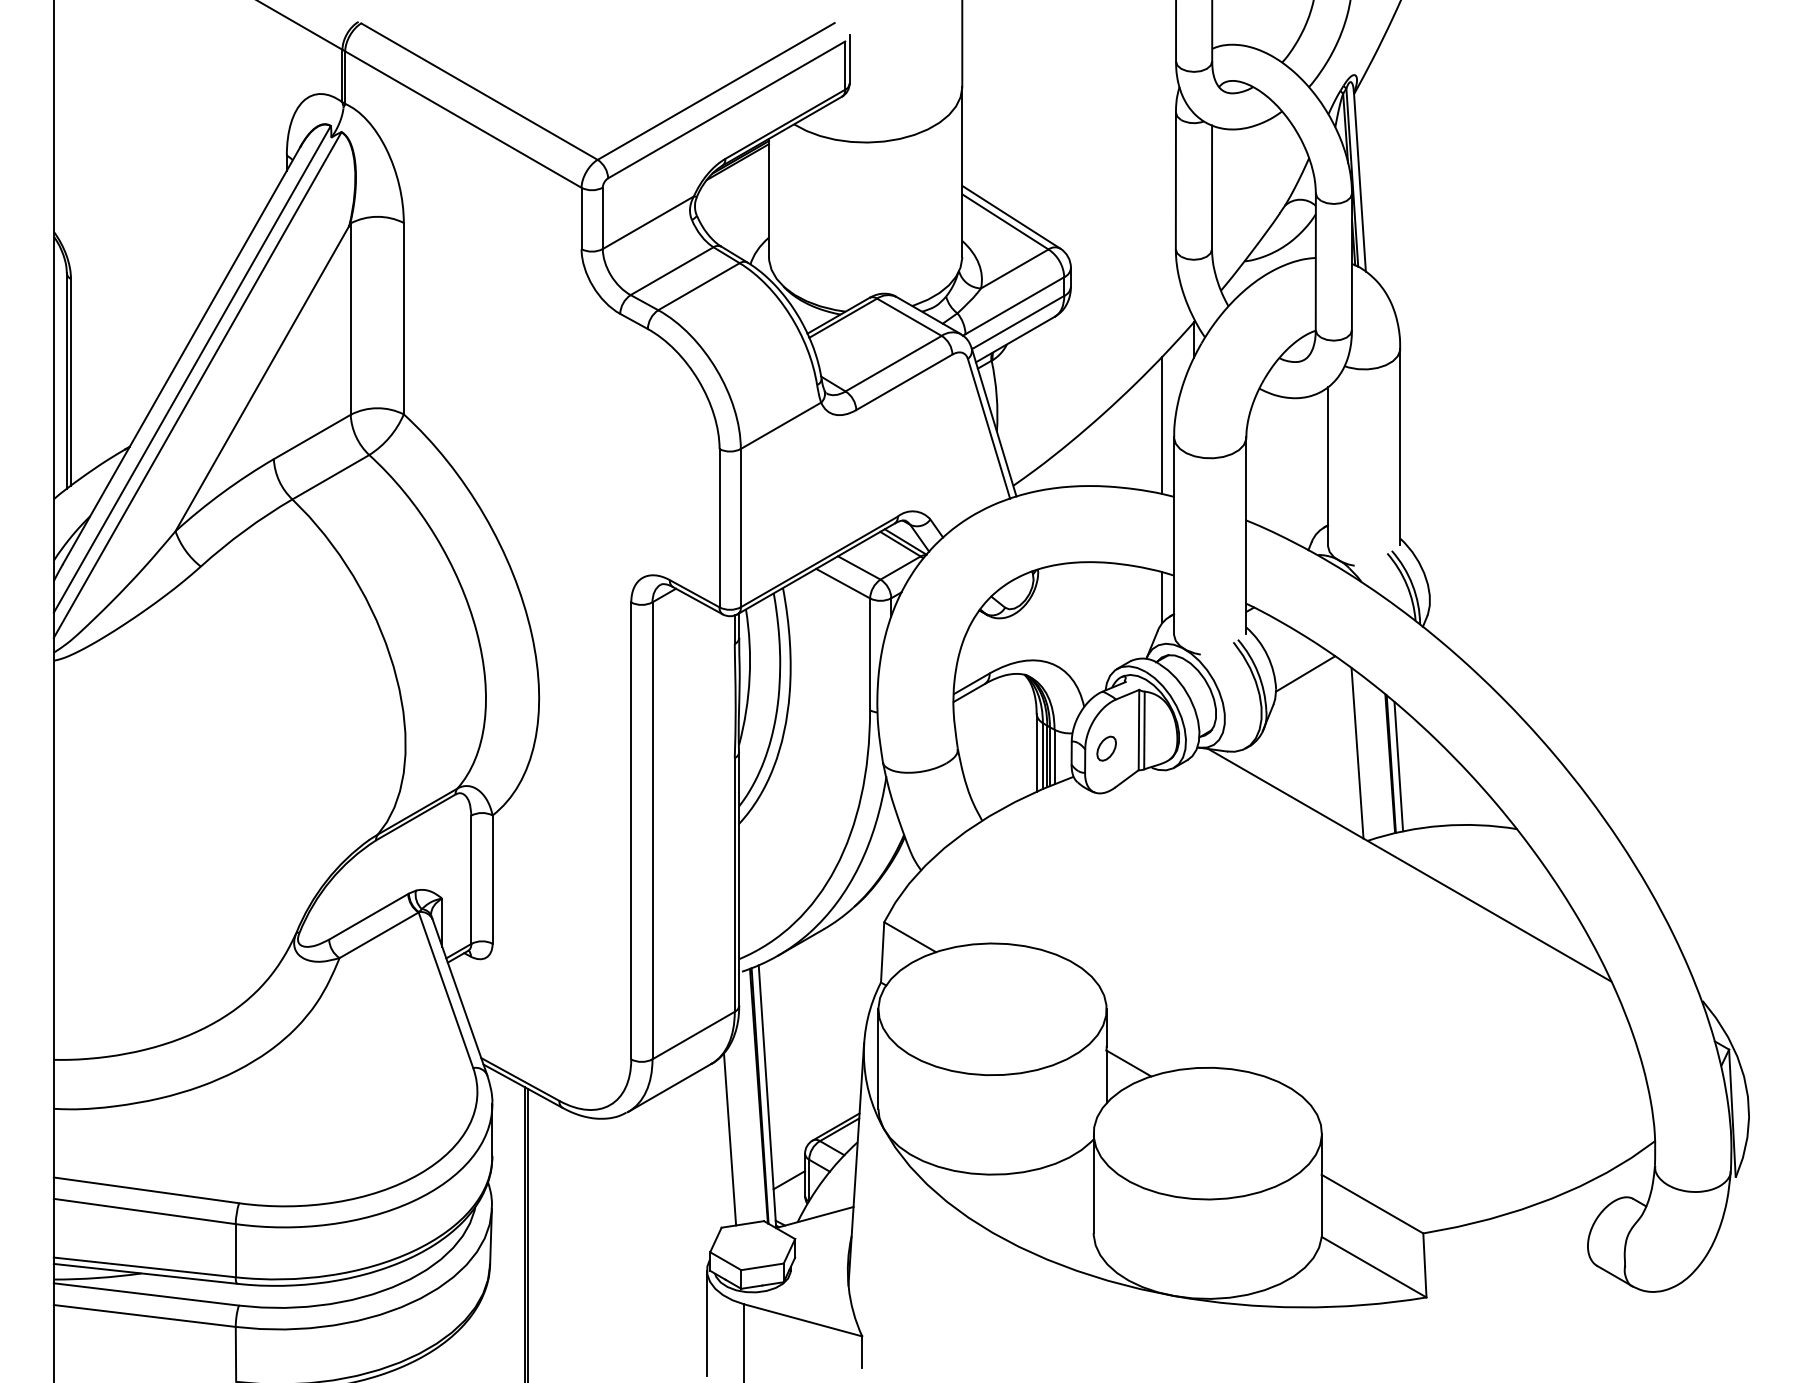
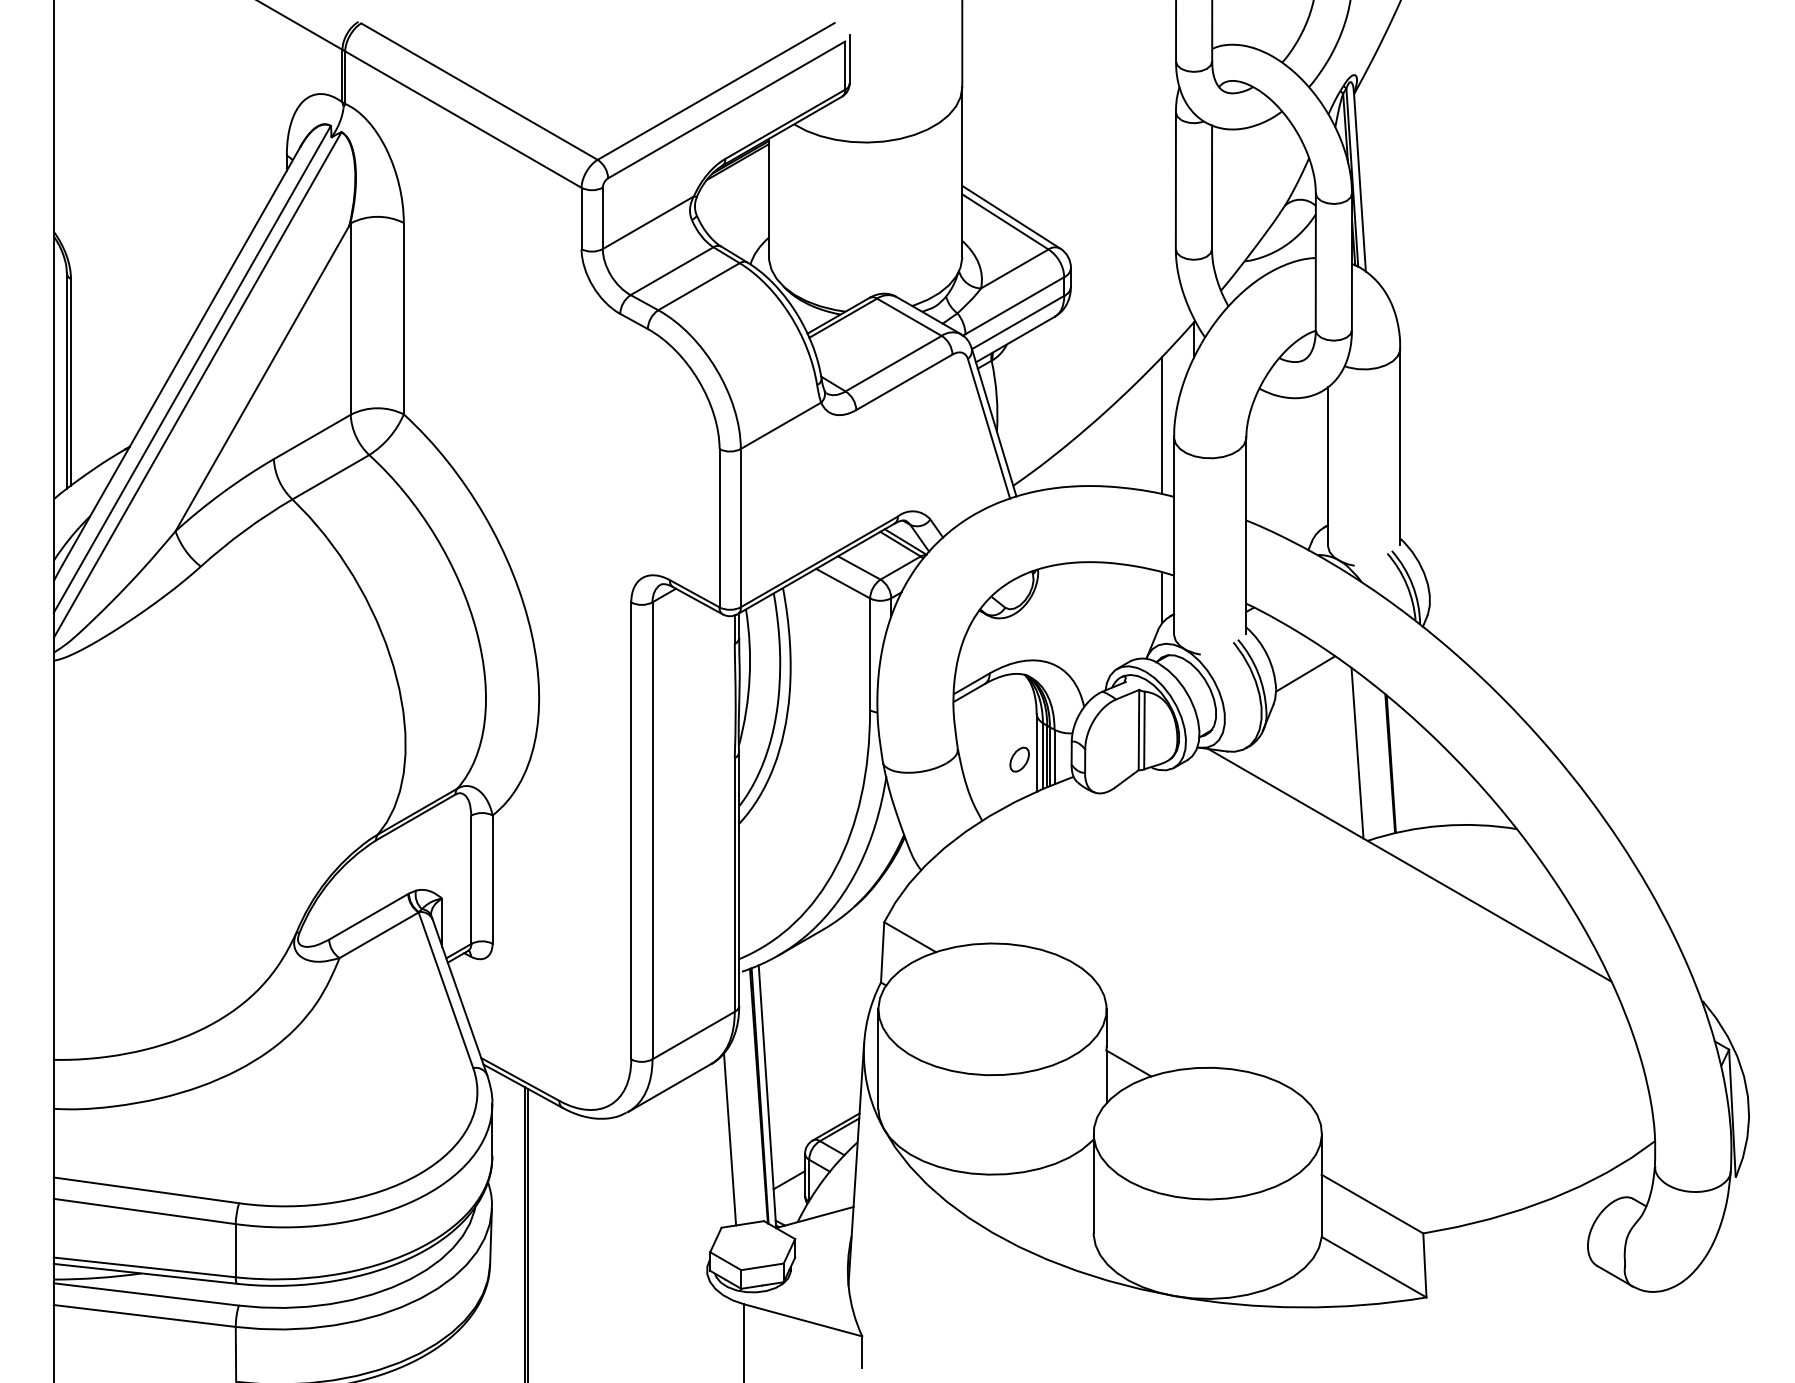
part at (1106, 748) position: (1106, 748) -> (1019, 759)
line at (1398, 766): present -> none
line at (707, 1323): present -> none
